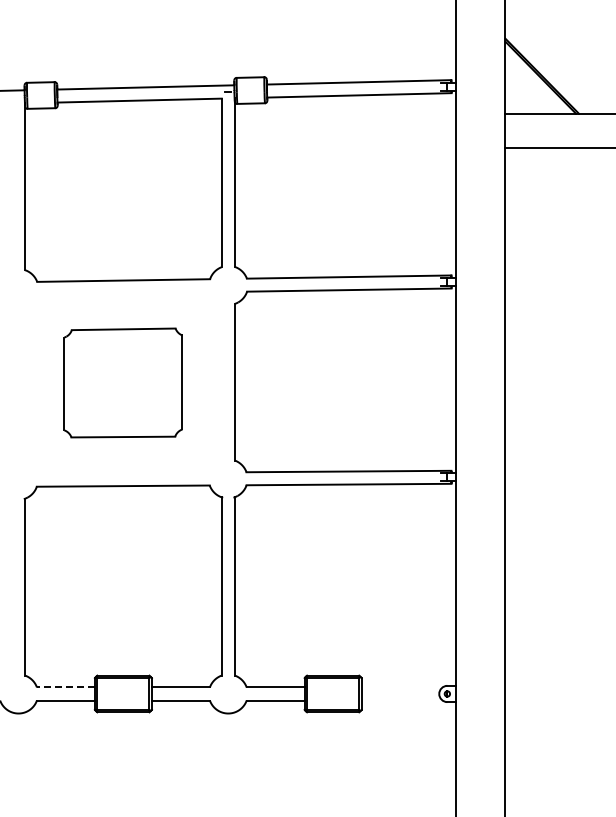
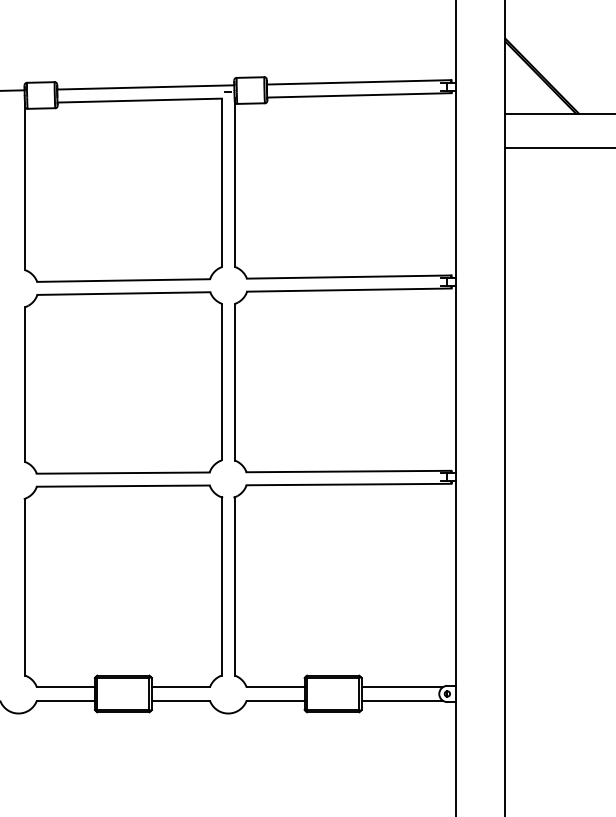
part at (122, 382) size: 120x112 px -> 199x184 px
line at (65, 687): dashed -> solid
line at (401, 687): none -> present
line at (401, 700): none -> present
